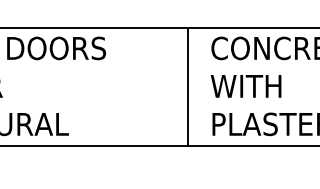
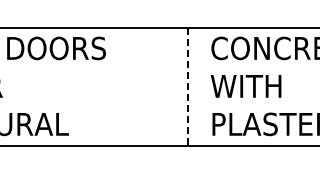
line at (187, 88): solid -> dashed
